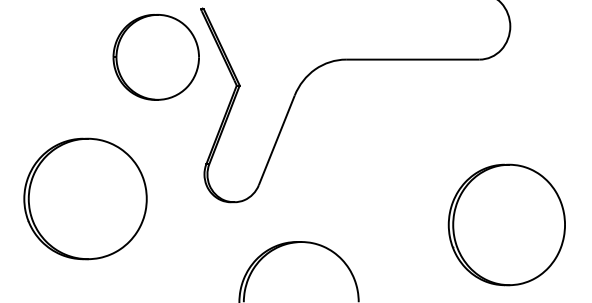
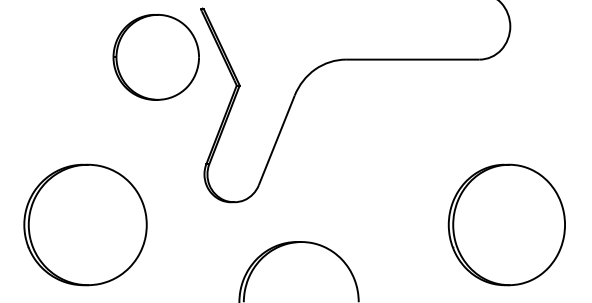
part at (85, 198) position: (85, 198) -> (85, 224)
